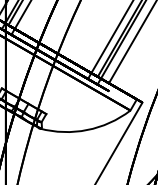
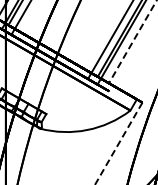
line at (132, 41): solid -> dashed
line at (118, 144): solid -> dashed
